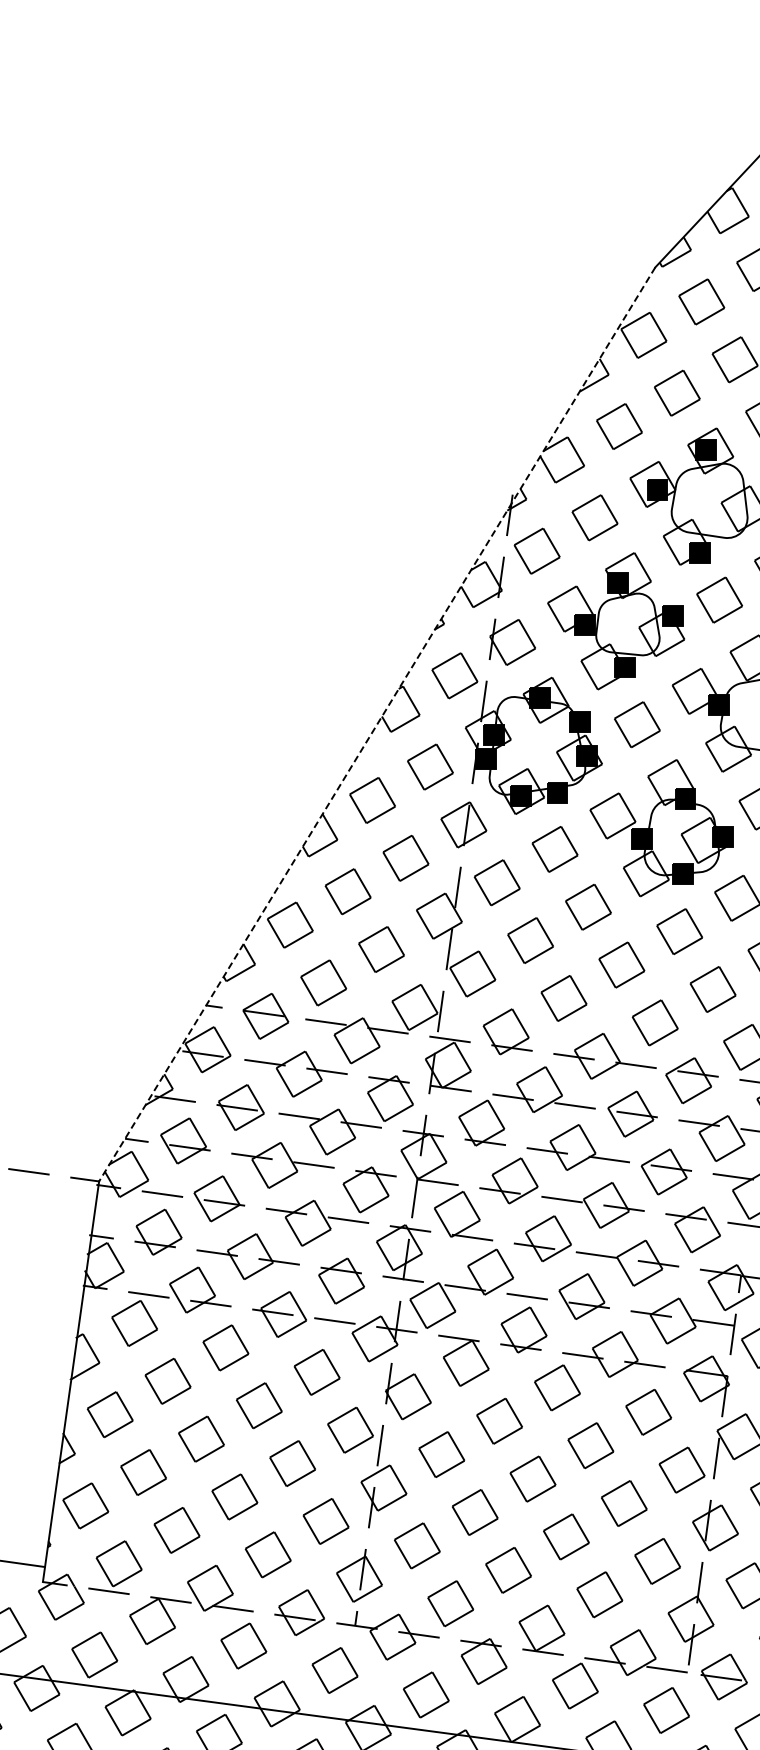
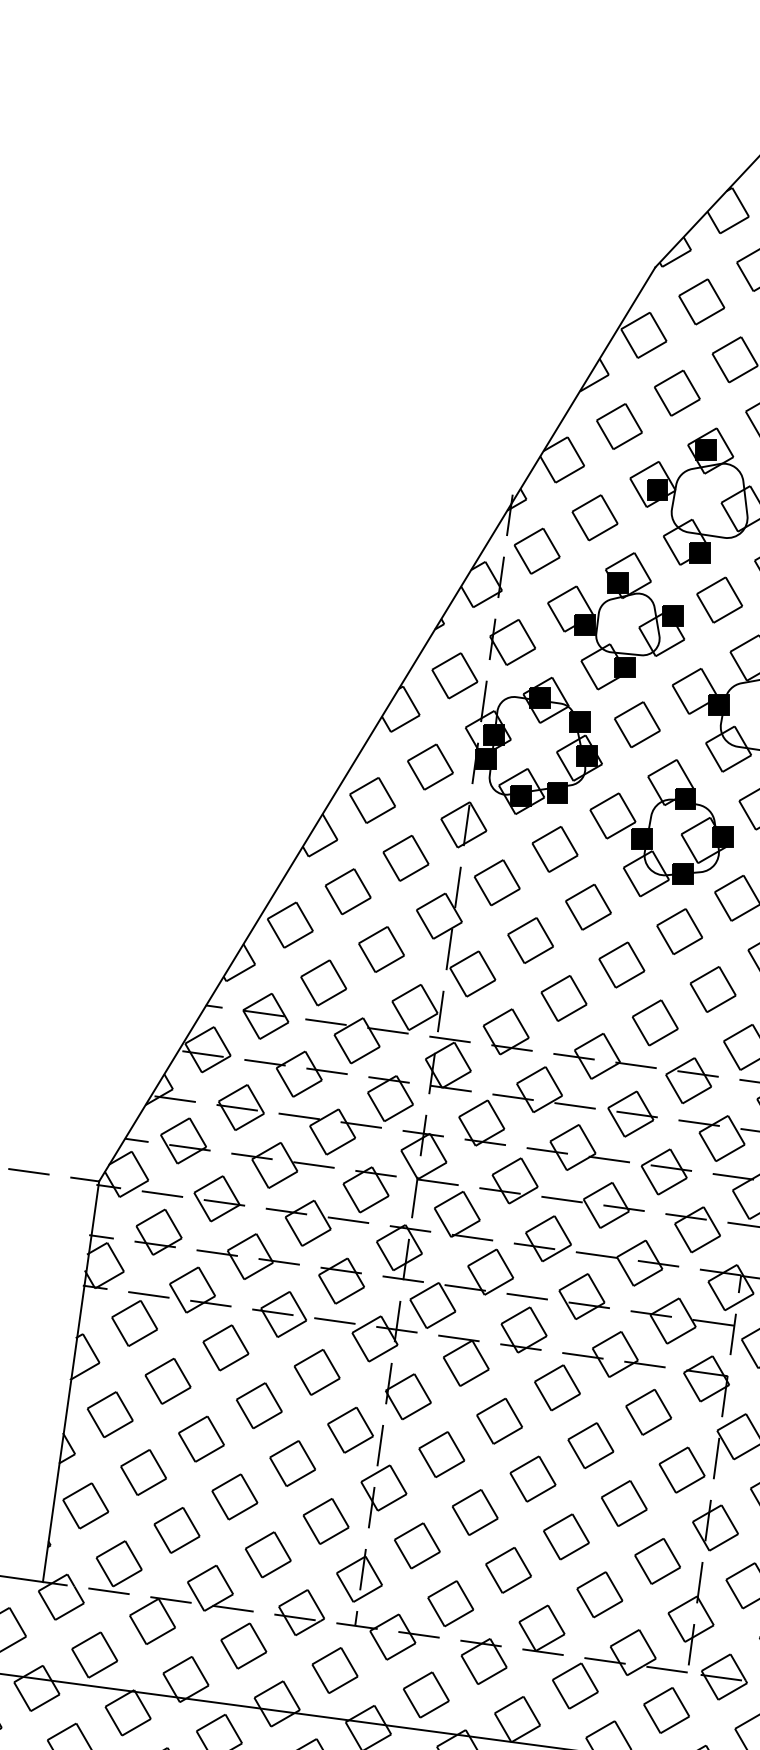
line at (377, 724): dashed -> solid
line at (23, 1564) position: (23, 1564) -> (22, 1579)
